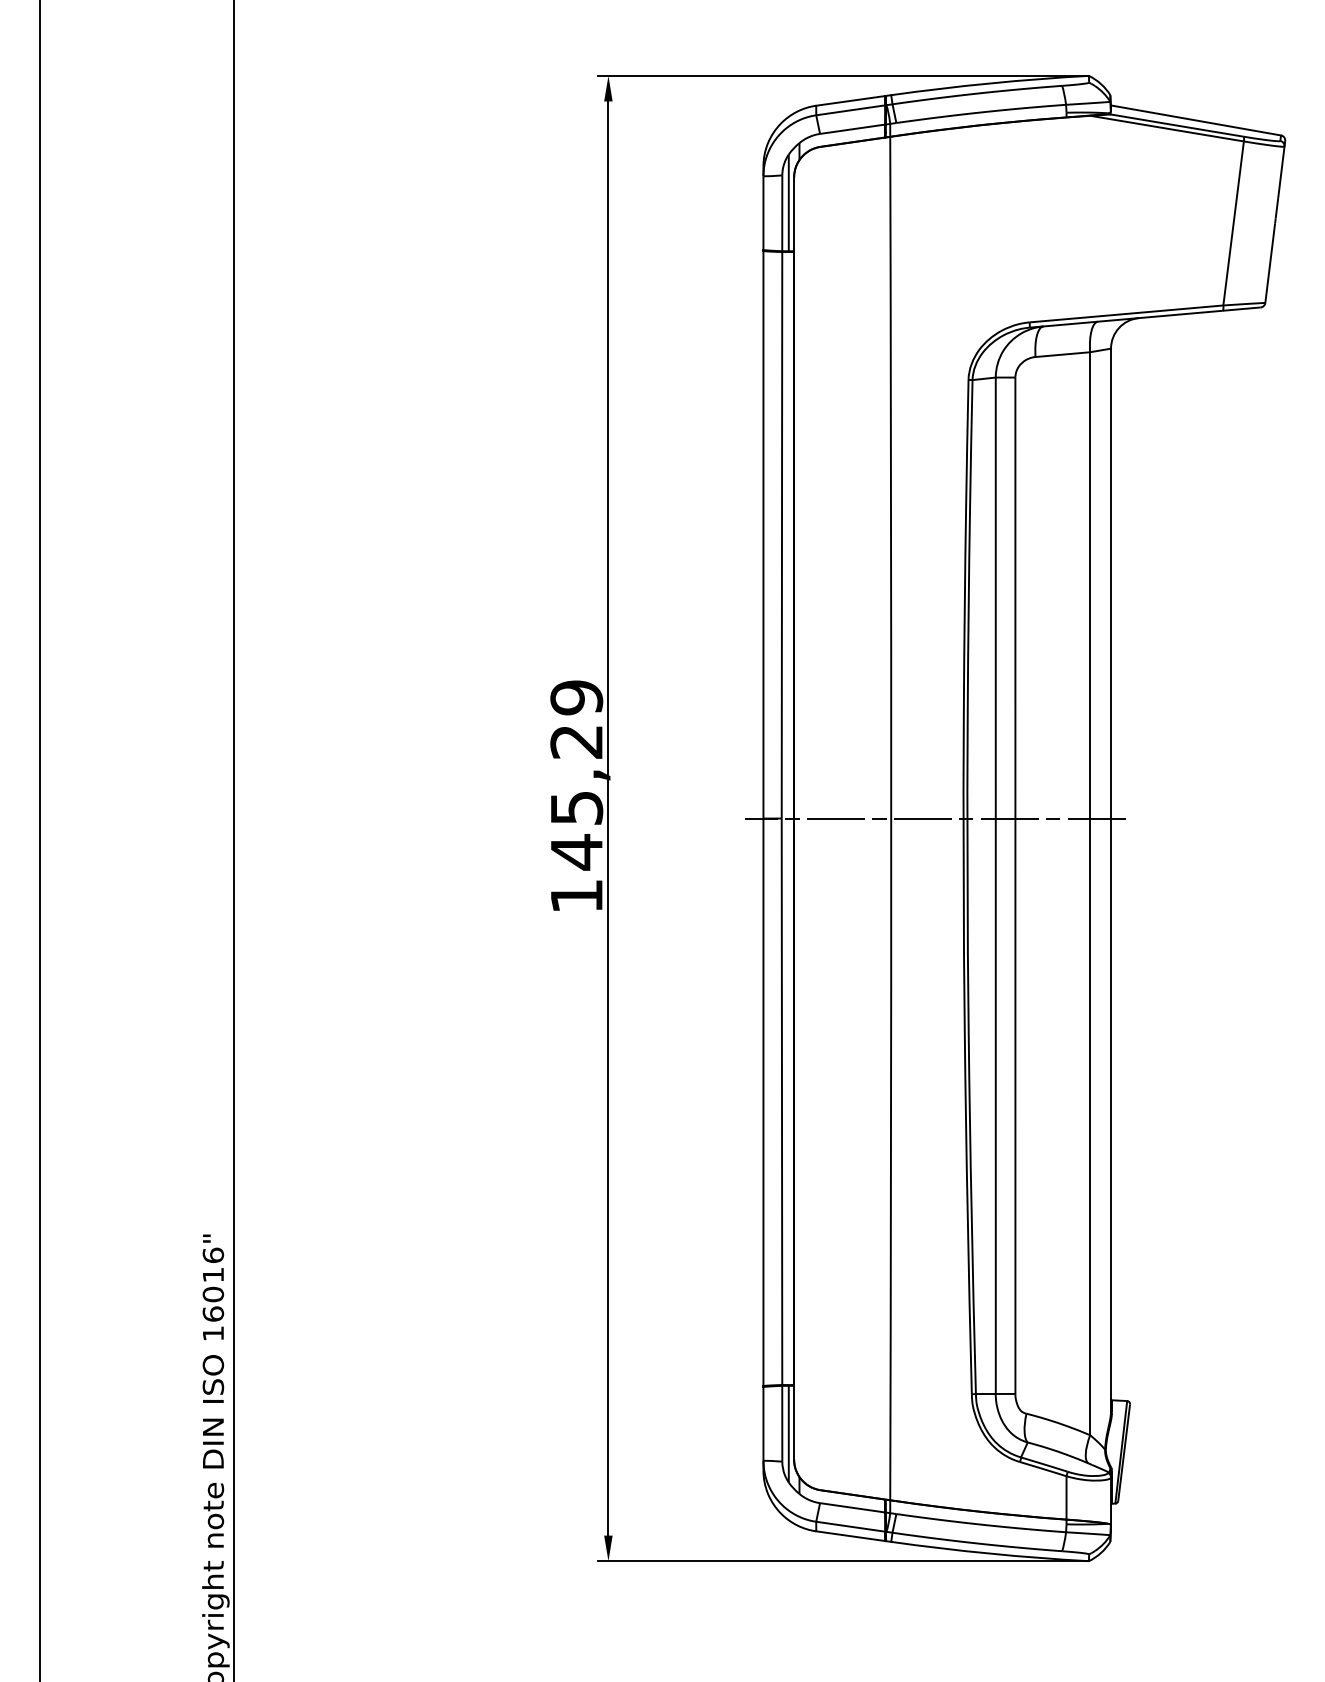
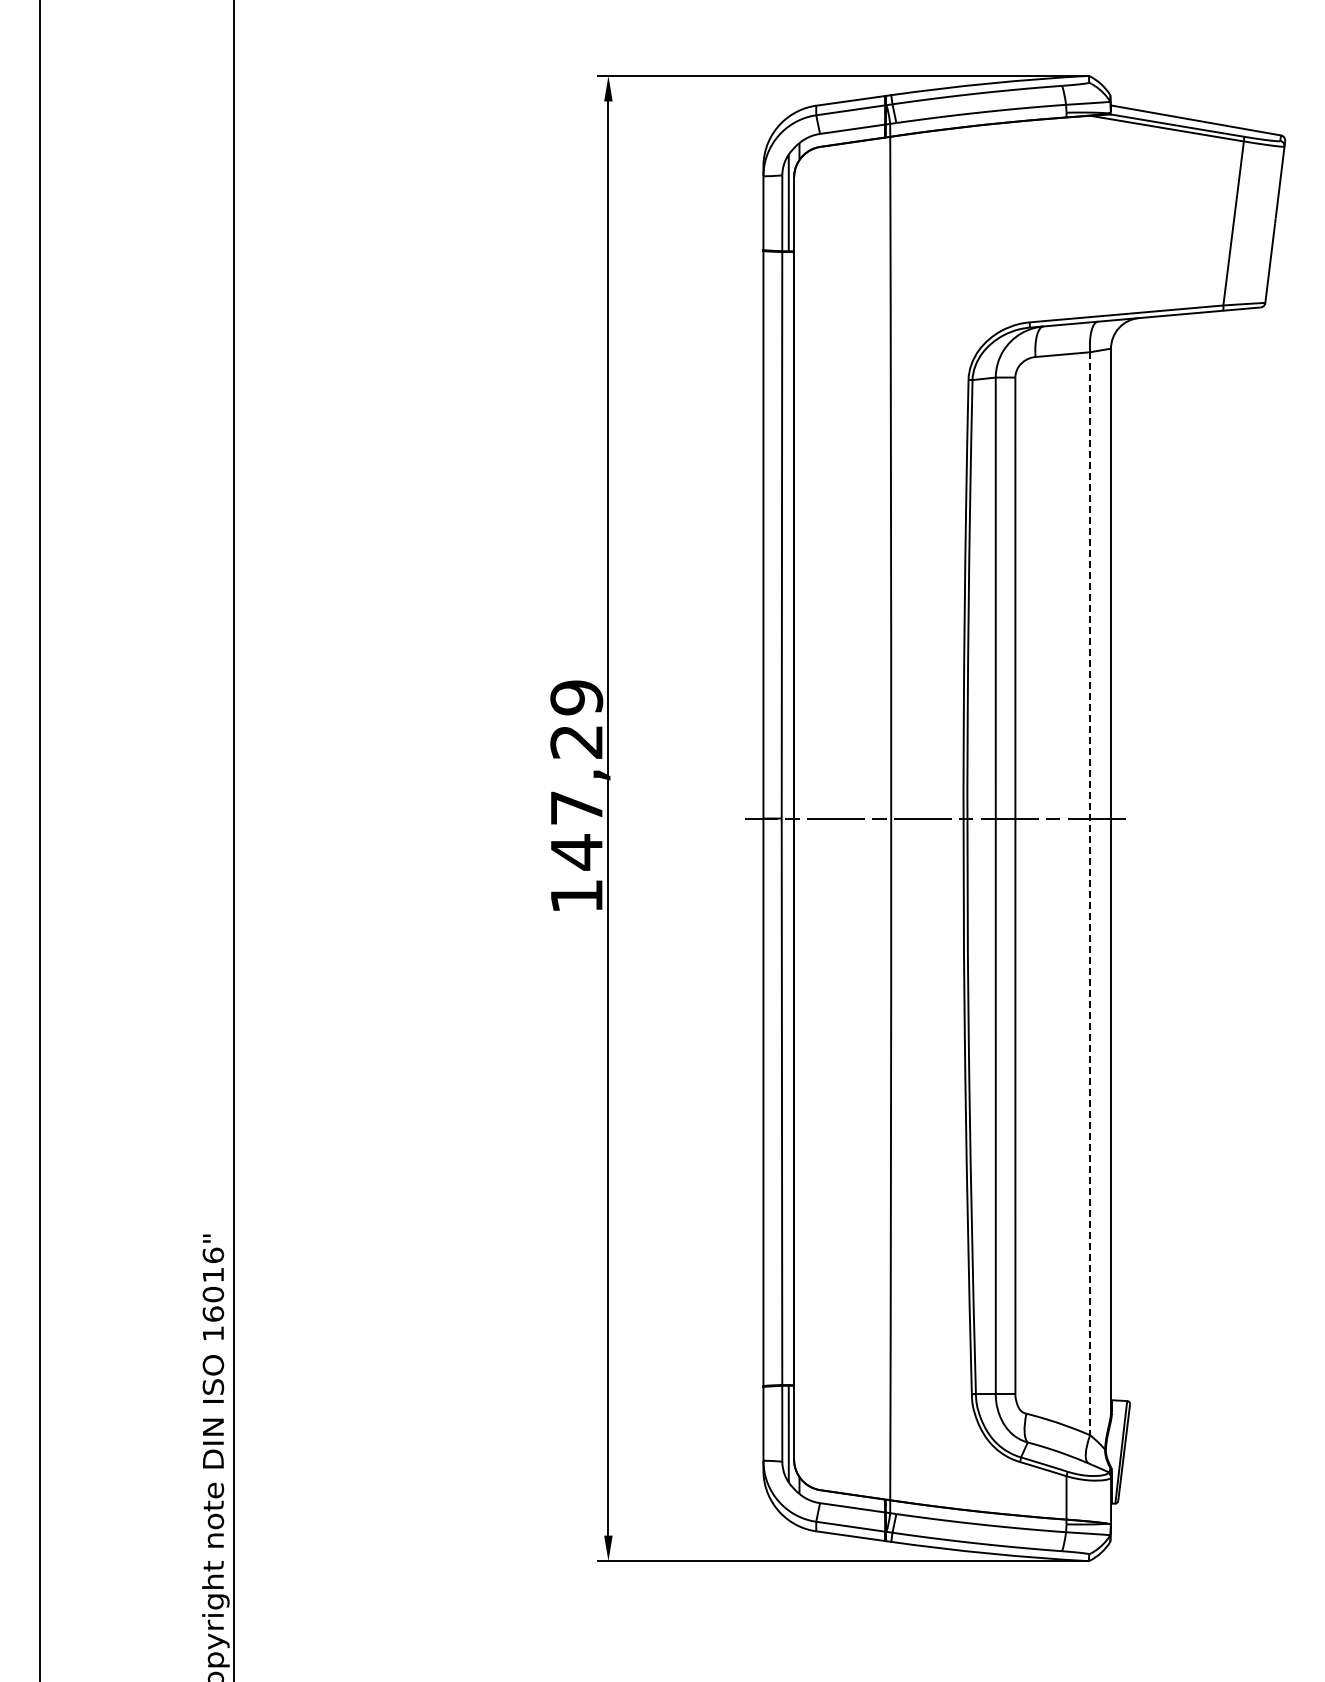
text at (577, 807): 145,29 -> 147,29
line at (1090, 894): solid -> dashed
